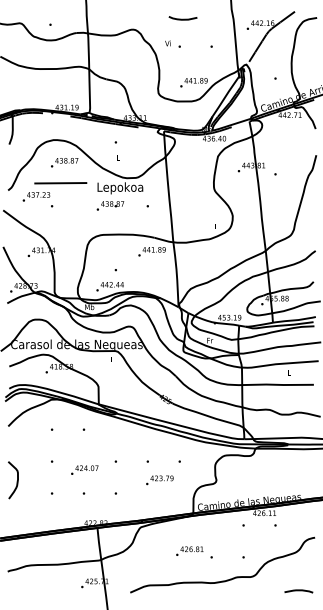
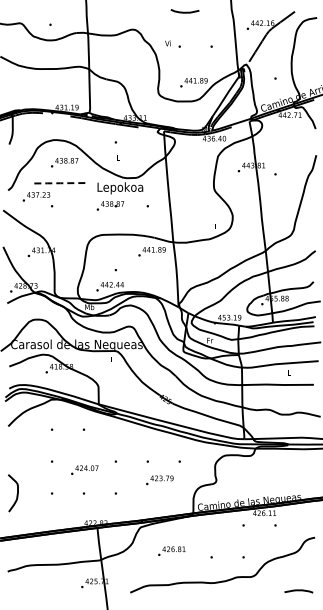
curve at (182, 18) position: (182, 18) -> (184, 11)
line at (60, 183): solid -> dashed
curve at (16, 481) position: (16, 481) -> (16, 494)
text at (189, 550) position: (189, 550) -> (171, 550)
